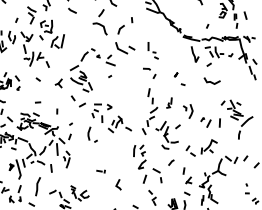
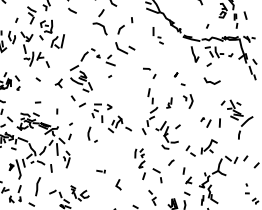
part at (152, 50) position: (152, 50) -> (157, 35)
part at (188, 111) position: (188, 111) -> (188, 101)
part at (140, 163) size: 15x40 px -> 12x32 px
